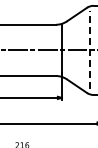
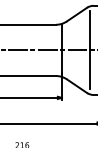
line at (90, 49): dashed -> solid
